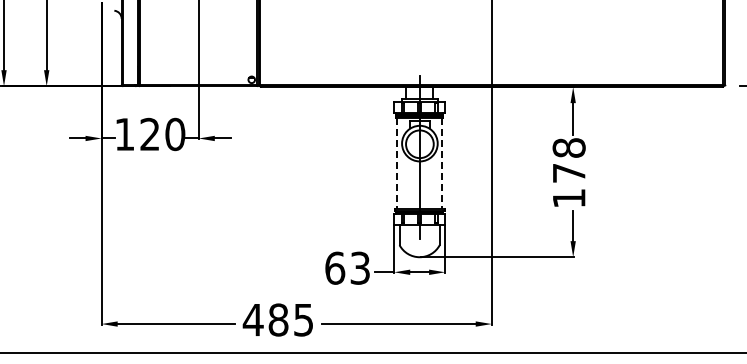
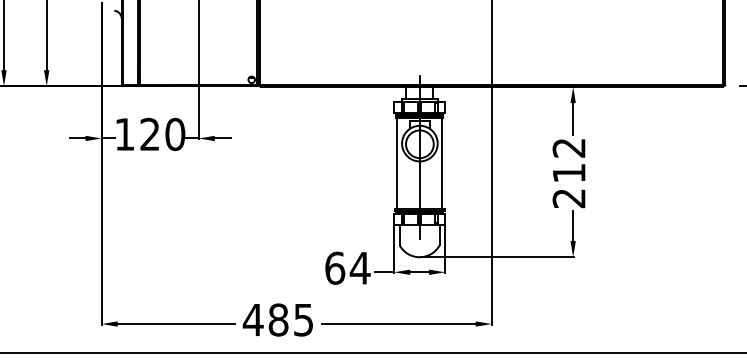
line at (397, 164): dashed -> solid
line at (442, 164): dashed -> solid
text at (568, 173): 178 -> 212
text at (359, 267): 63 -> 64
